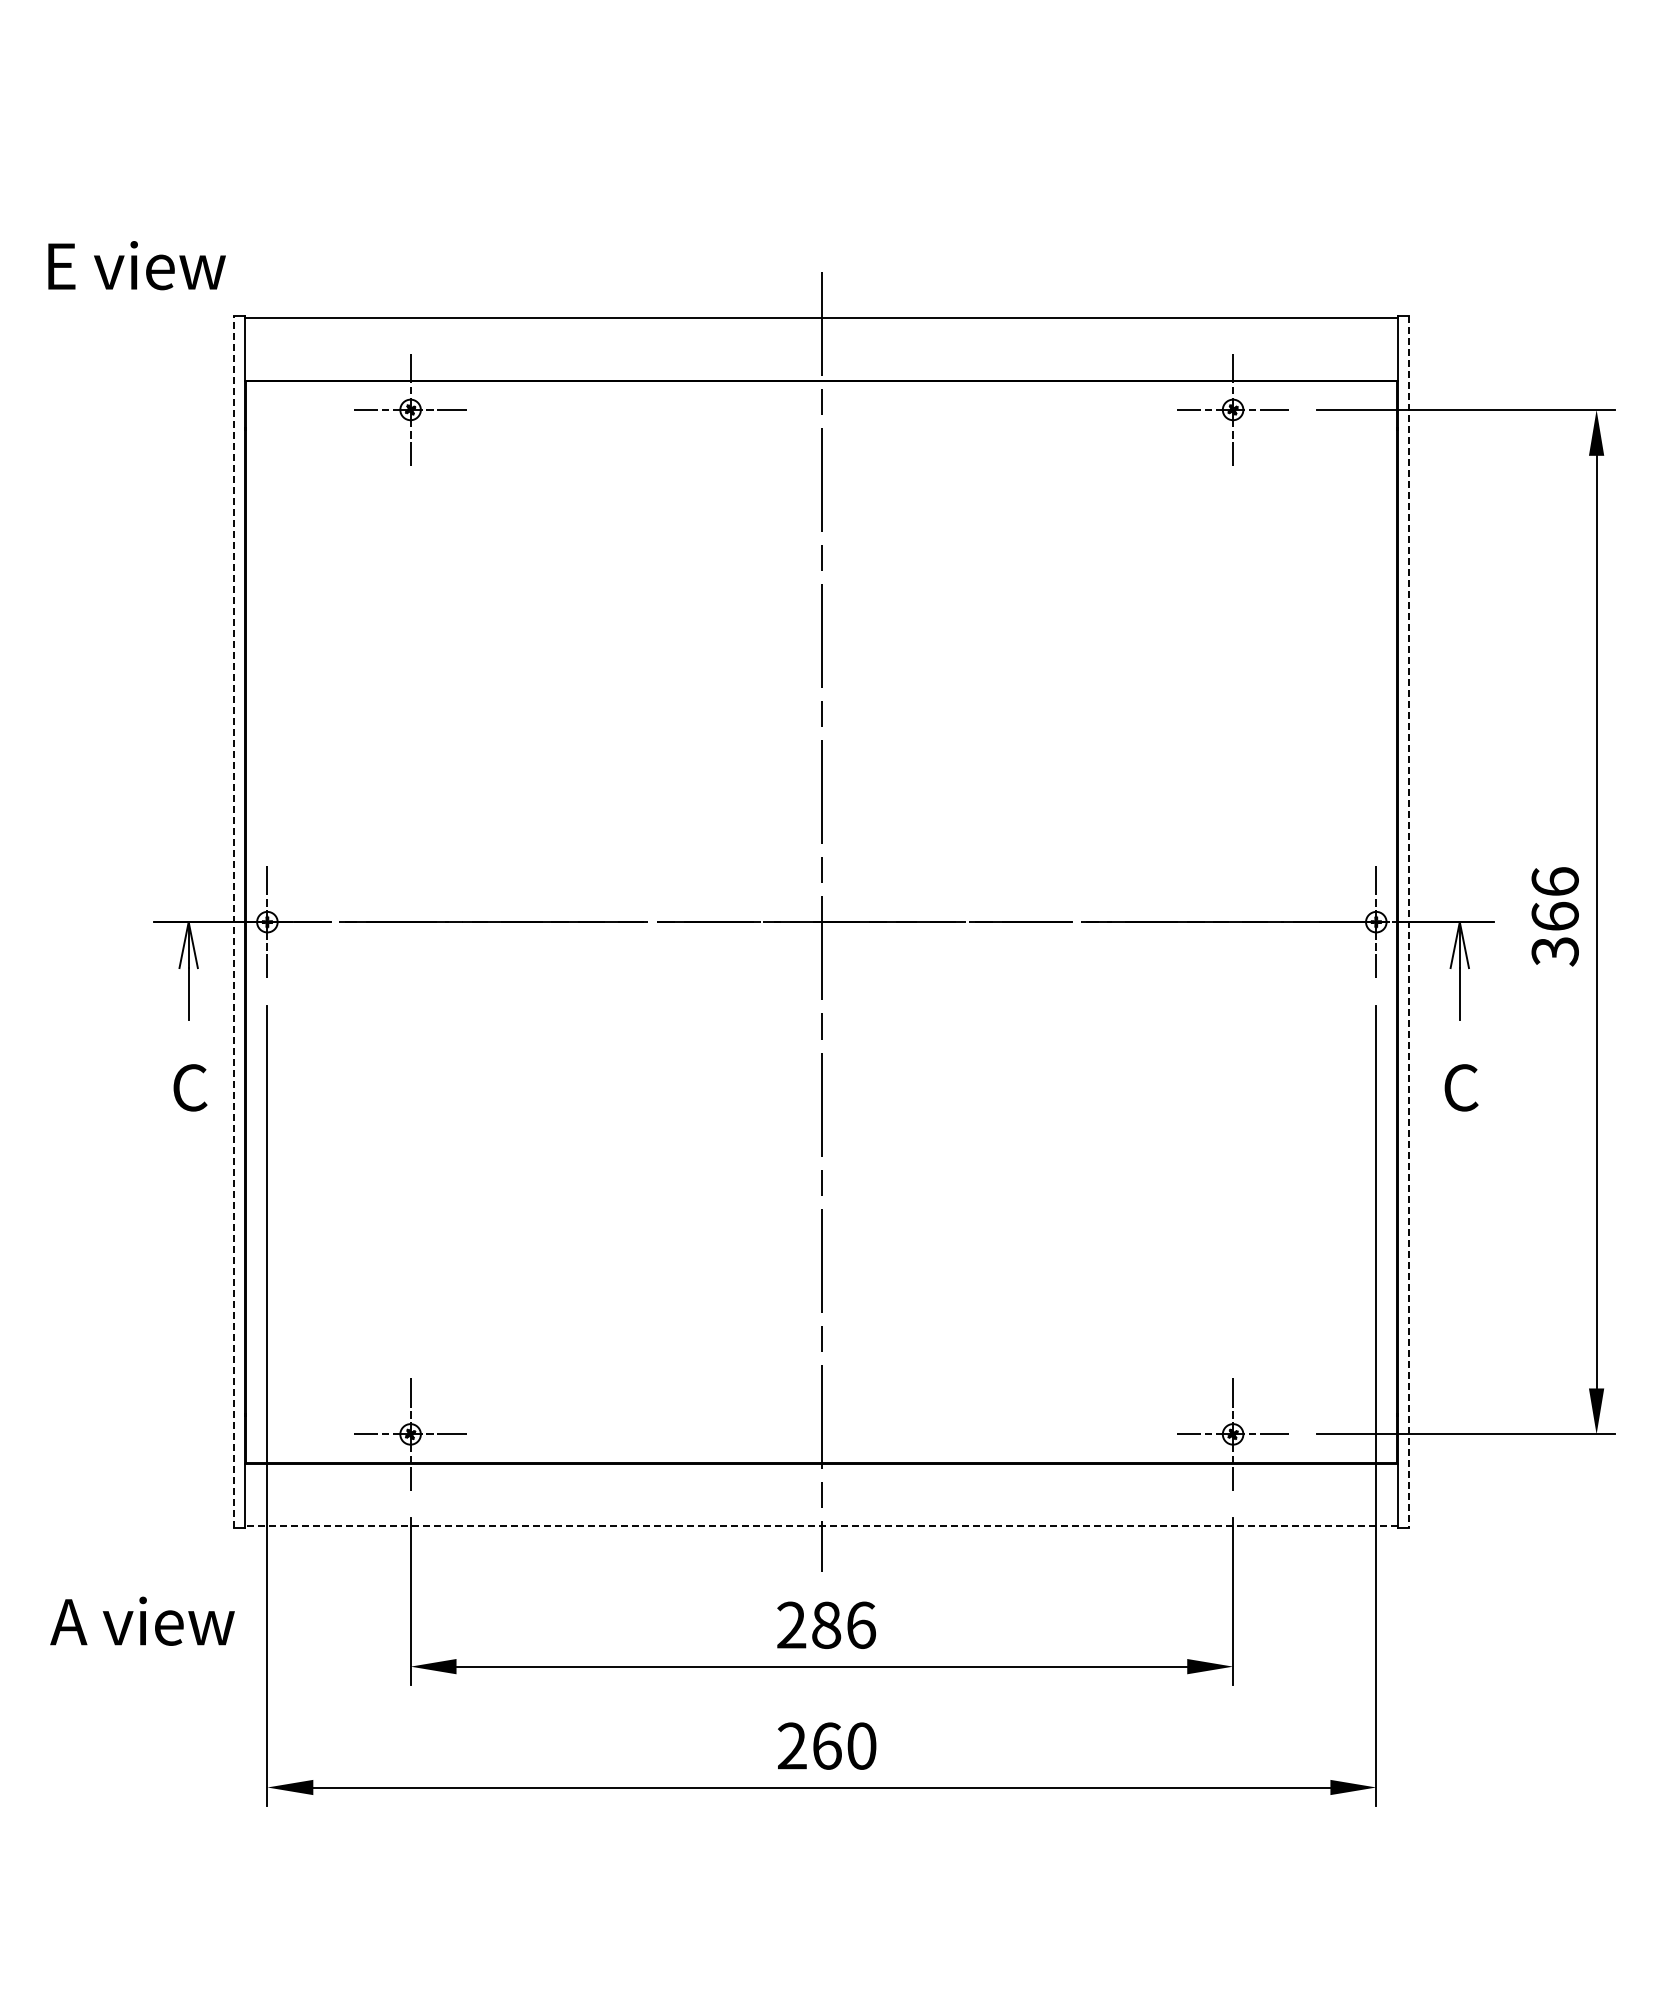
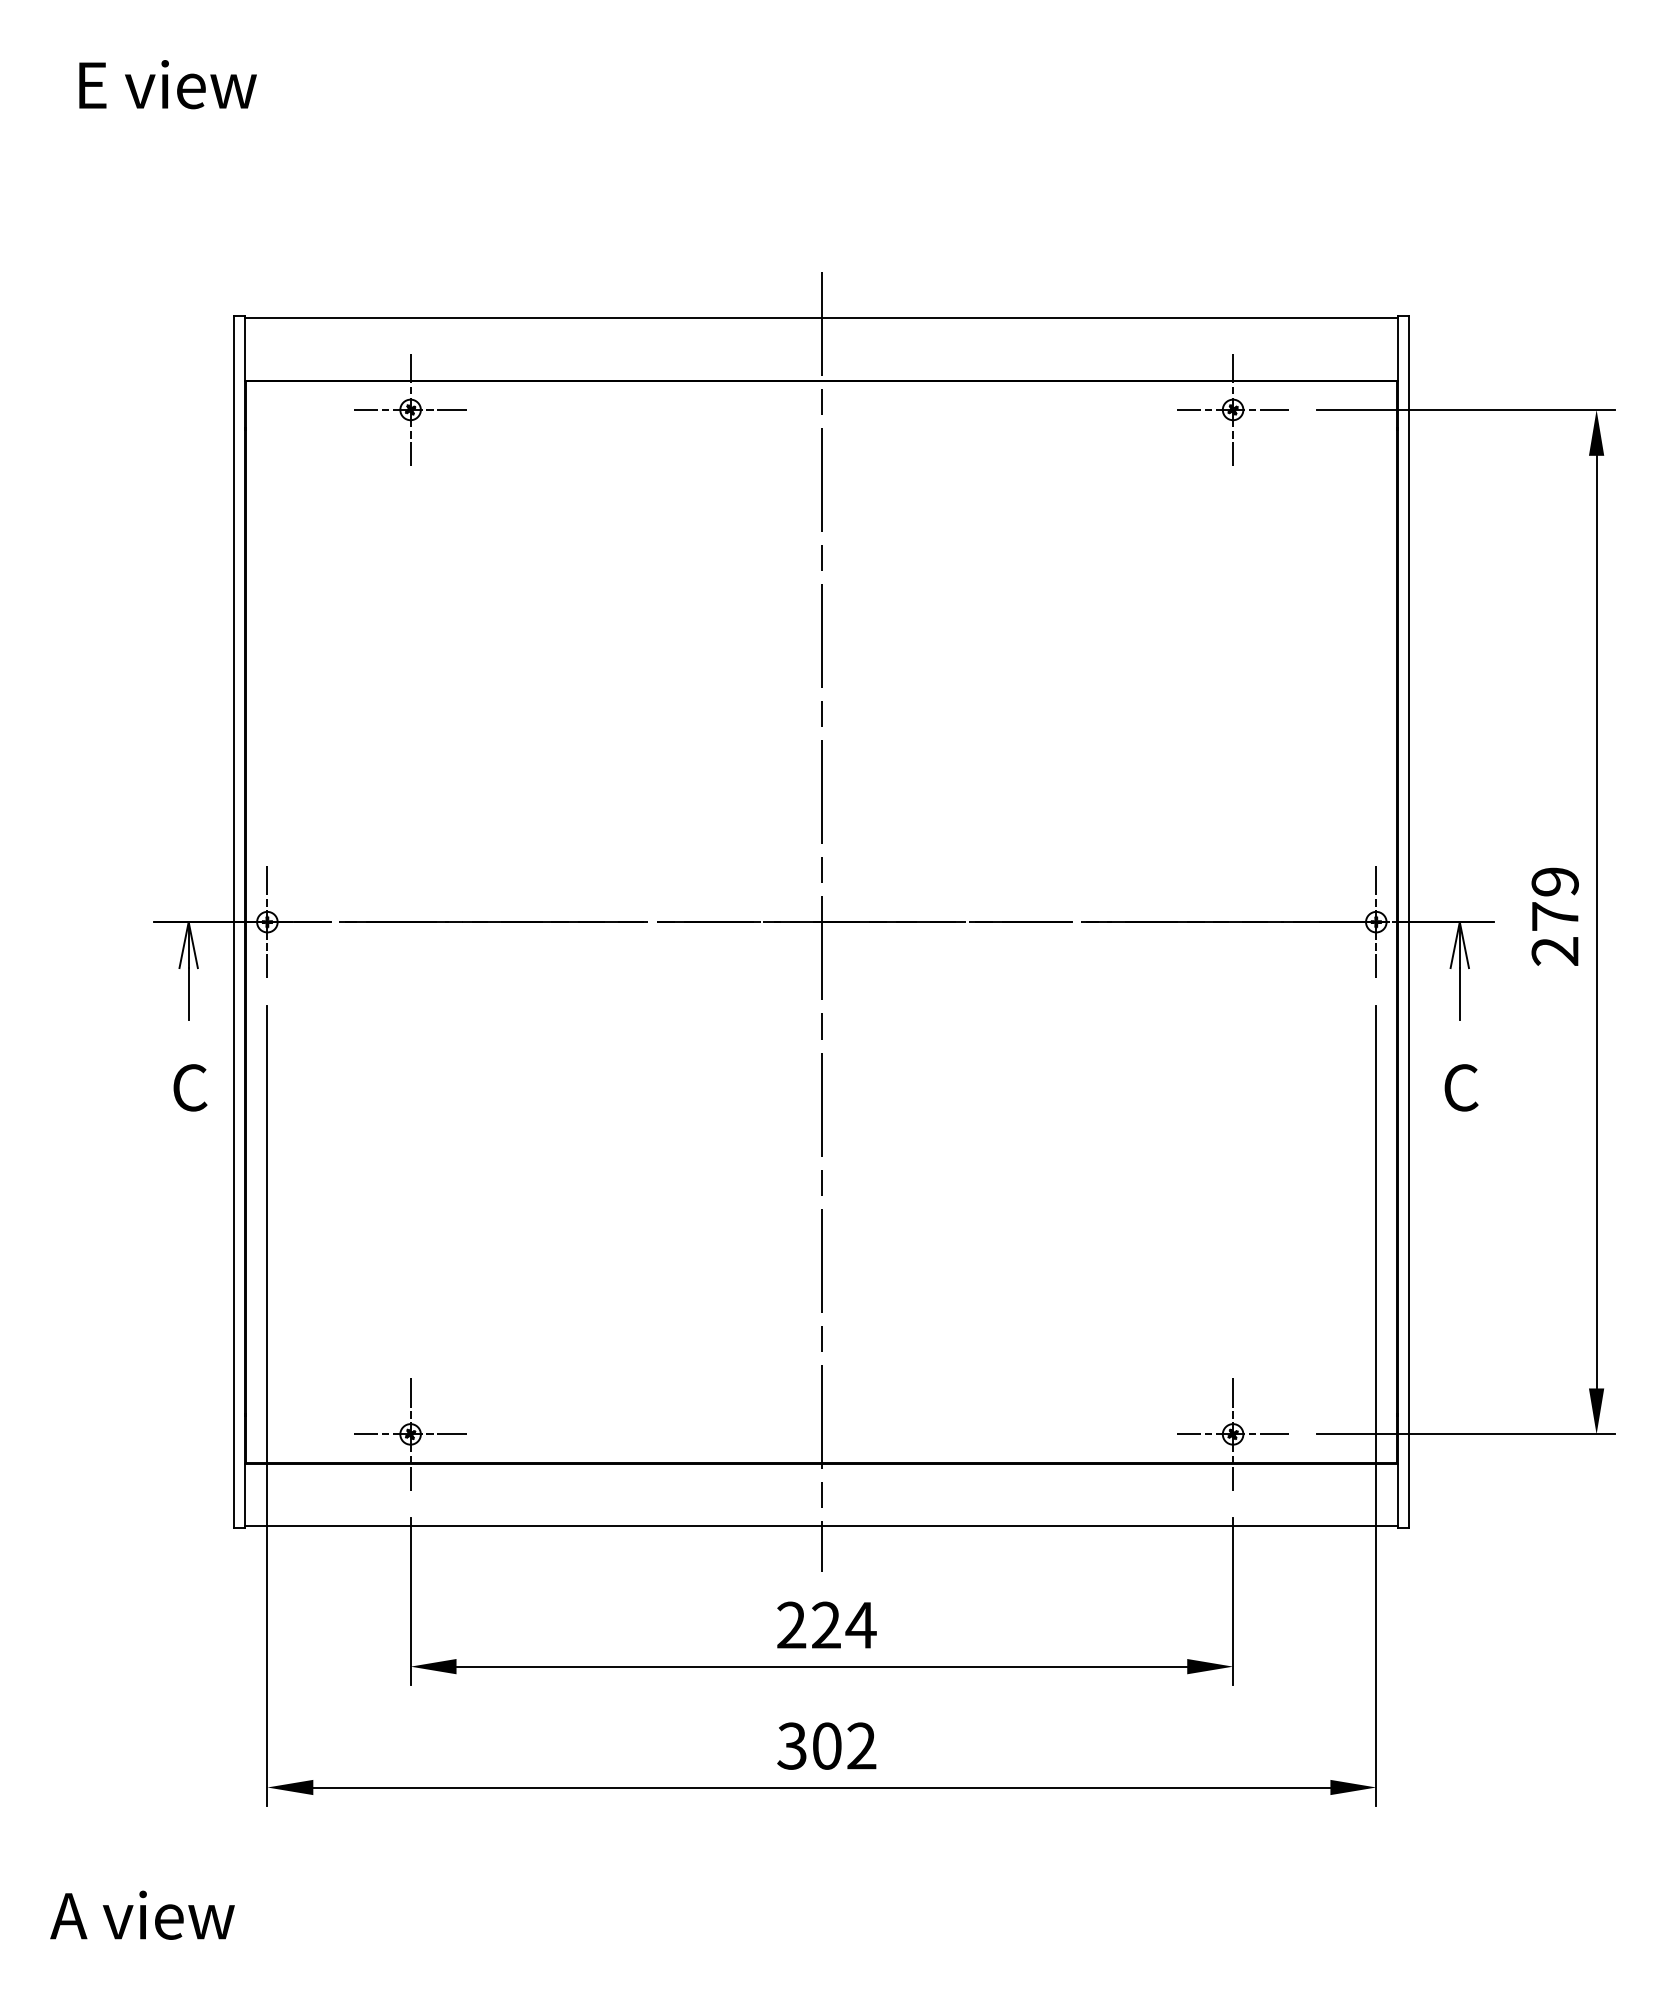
text at (136, 265) position: (136, 265) -> (167, 84)
text at (1554, 916): 366 -> 279
line at (234, 922): dashed -> solid
line at (1409, 922): dashed -> solid
line at (821, 1526): dashed -> solid
text at (142, 1620) position: (142, 1620) -> (142, 1914)
text at (844, 1625): 286 -> 224
text at (826, 1745): 260 -> 302
